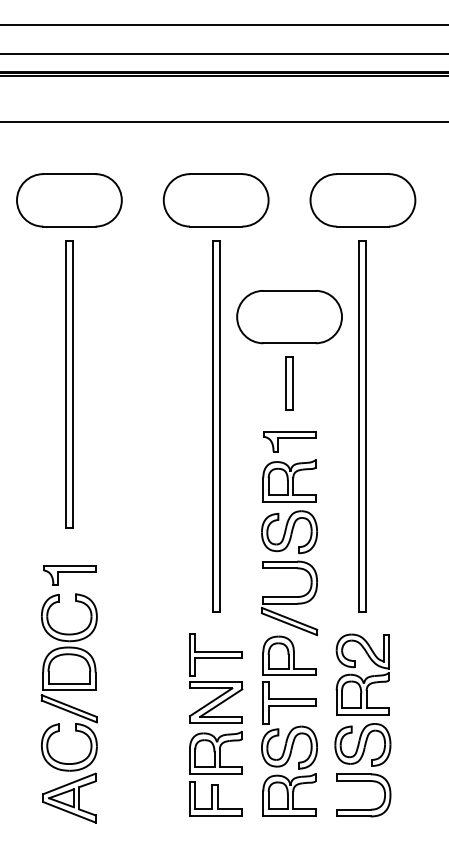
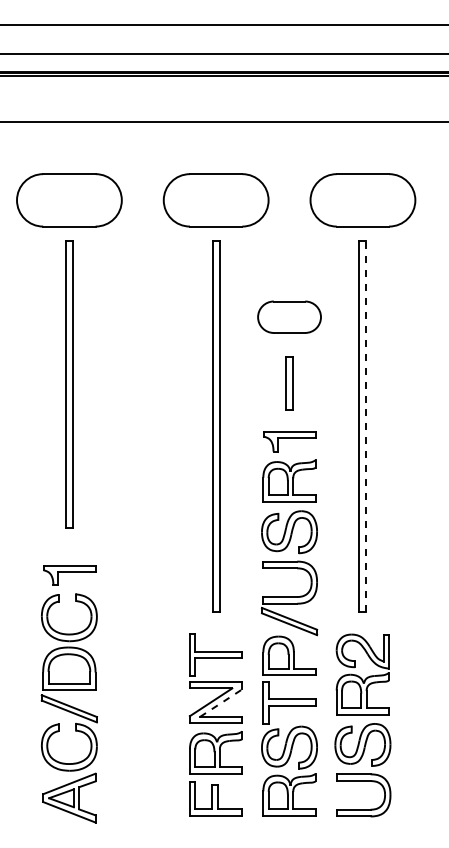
part at (289, 317) size: 107x55 px -> 65x34 px
line at (366, 426): solid -> dashed
line at (221, 702): solid -> dashed
